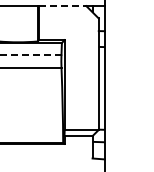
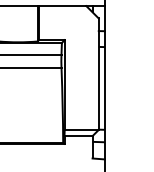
line at (62, 6): dashed -> solid
line at (30, 54): dashed -> solid
